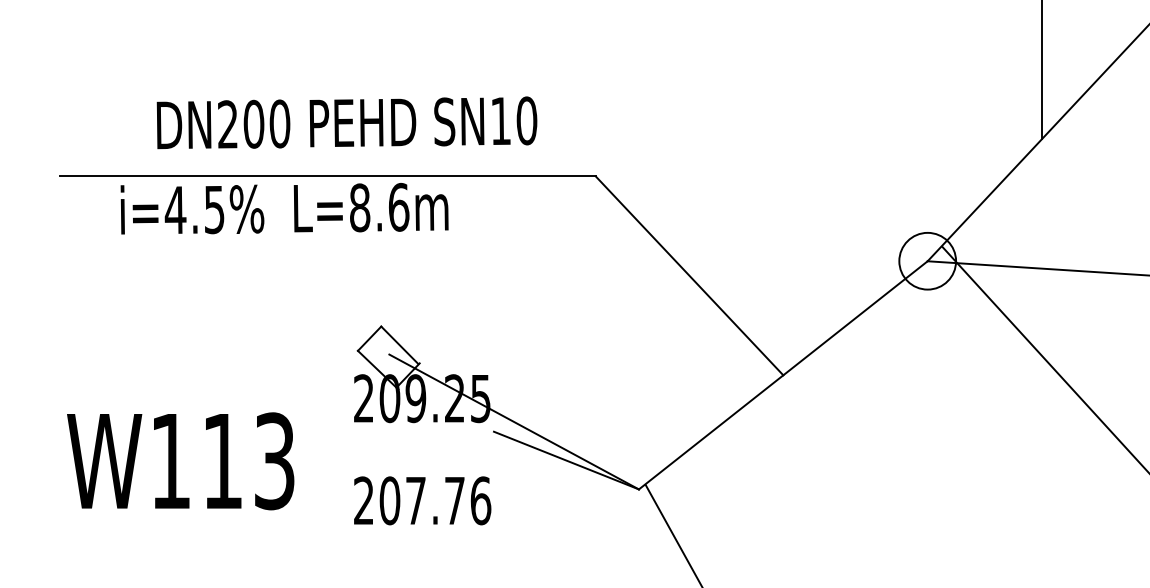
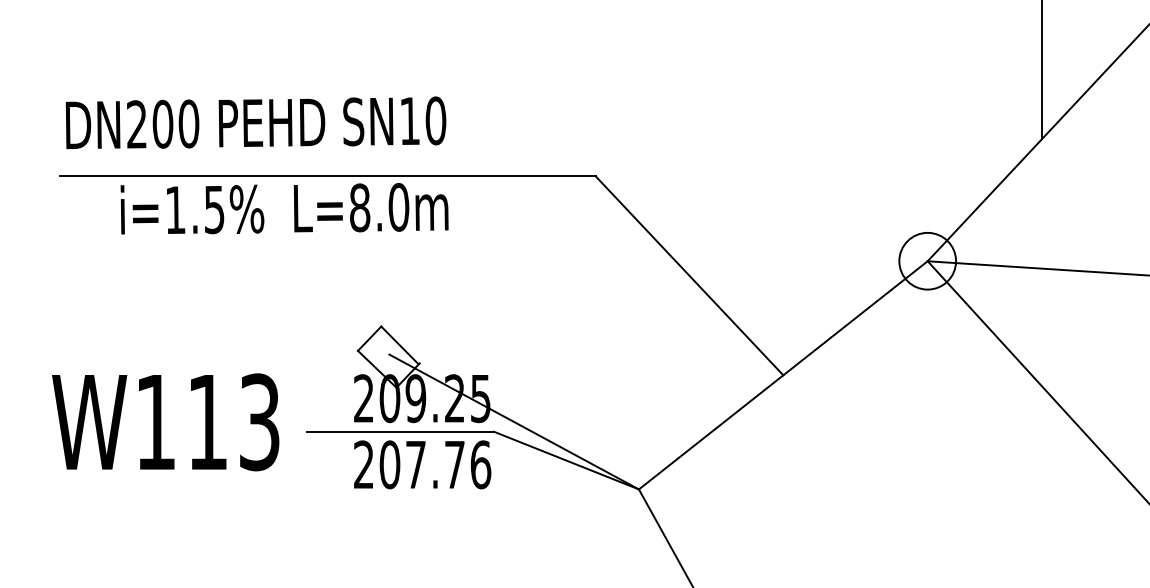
text at (346, 122) position: (346, 122) -> (255, 122)
text at (398, 206): L=8.6m -> L=8.0m
text at (175, 209): i=4.5% -> i=1.5%
line at (1044, 358) position: (1044, 358) -> (1036, 381)
line at (399, 431): none -> present
text at (180, 461) position: (180, 461) -> (165, 422)
text at (422, 500) position: (422, 500) -> (422, 464)
line at (672, 534) position: (672, 534) -> (664, 536)
